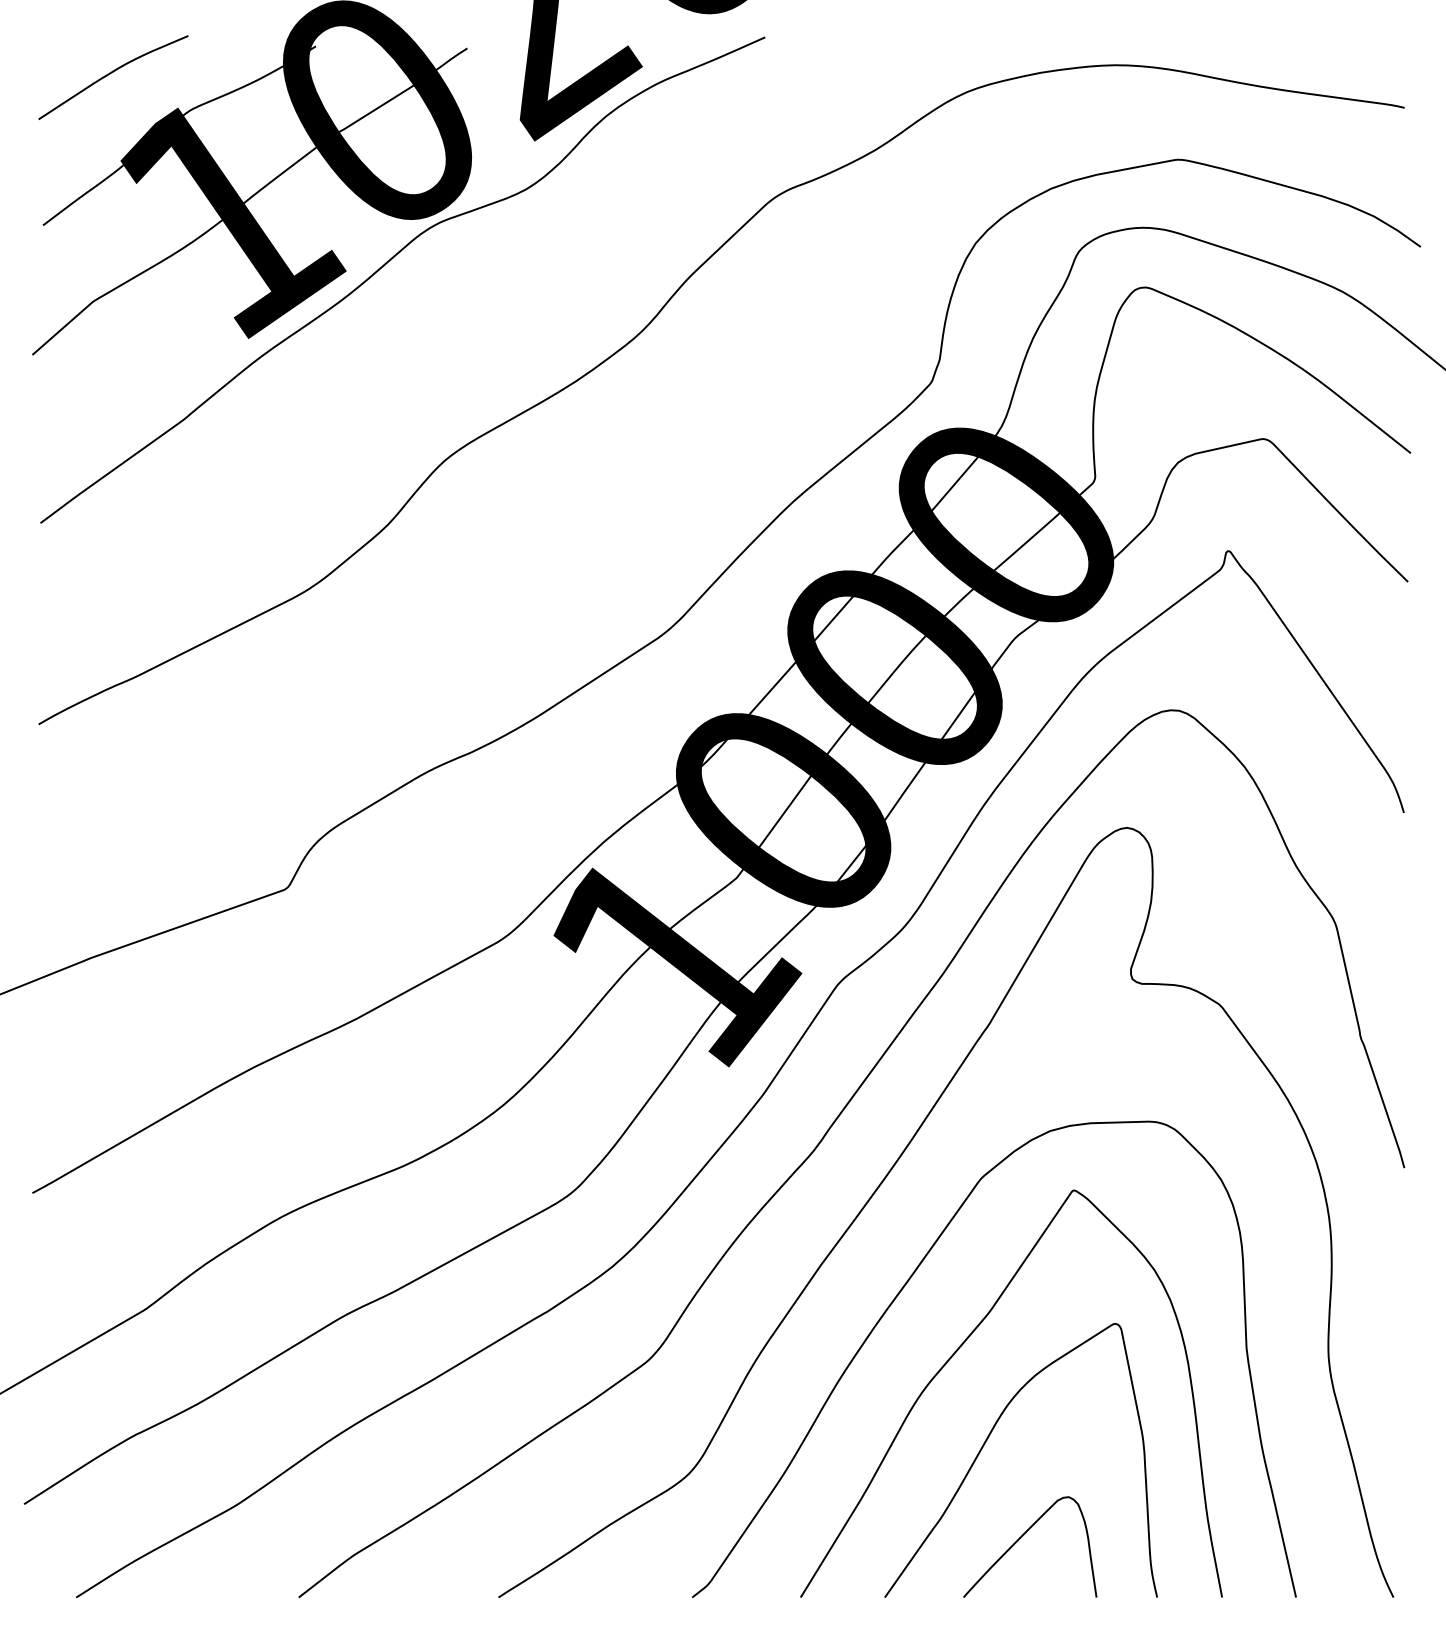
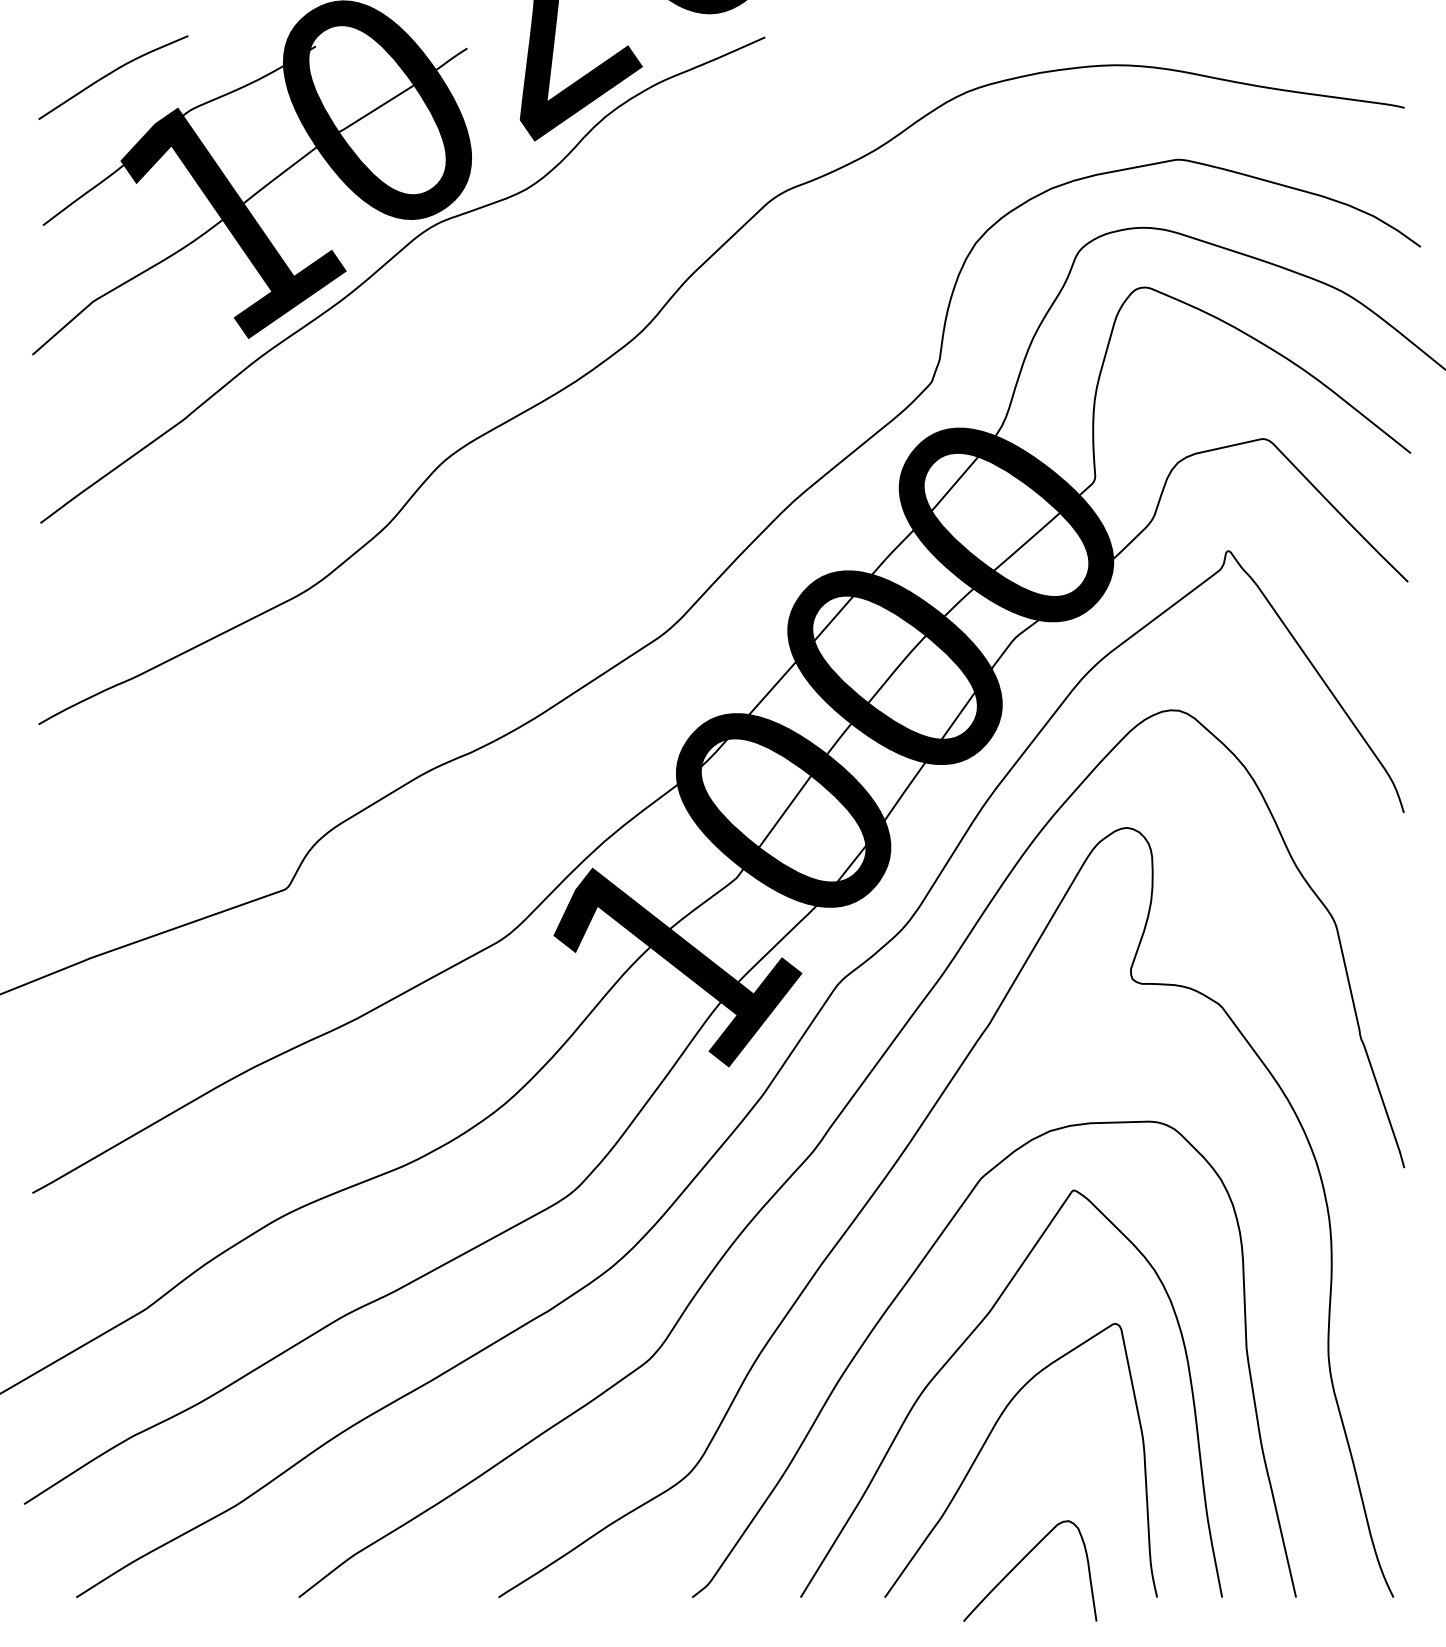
curve at (1020, 1539) position: (1020, 1539) -> (1020, 1563)
